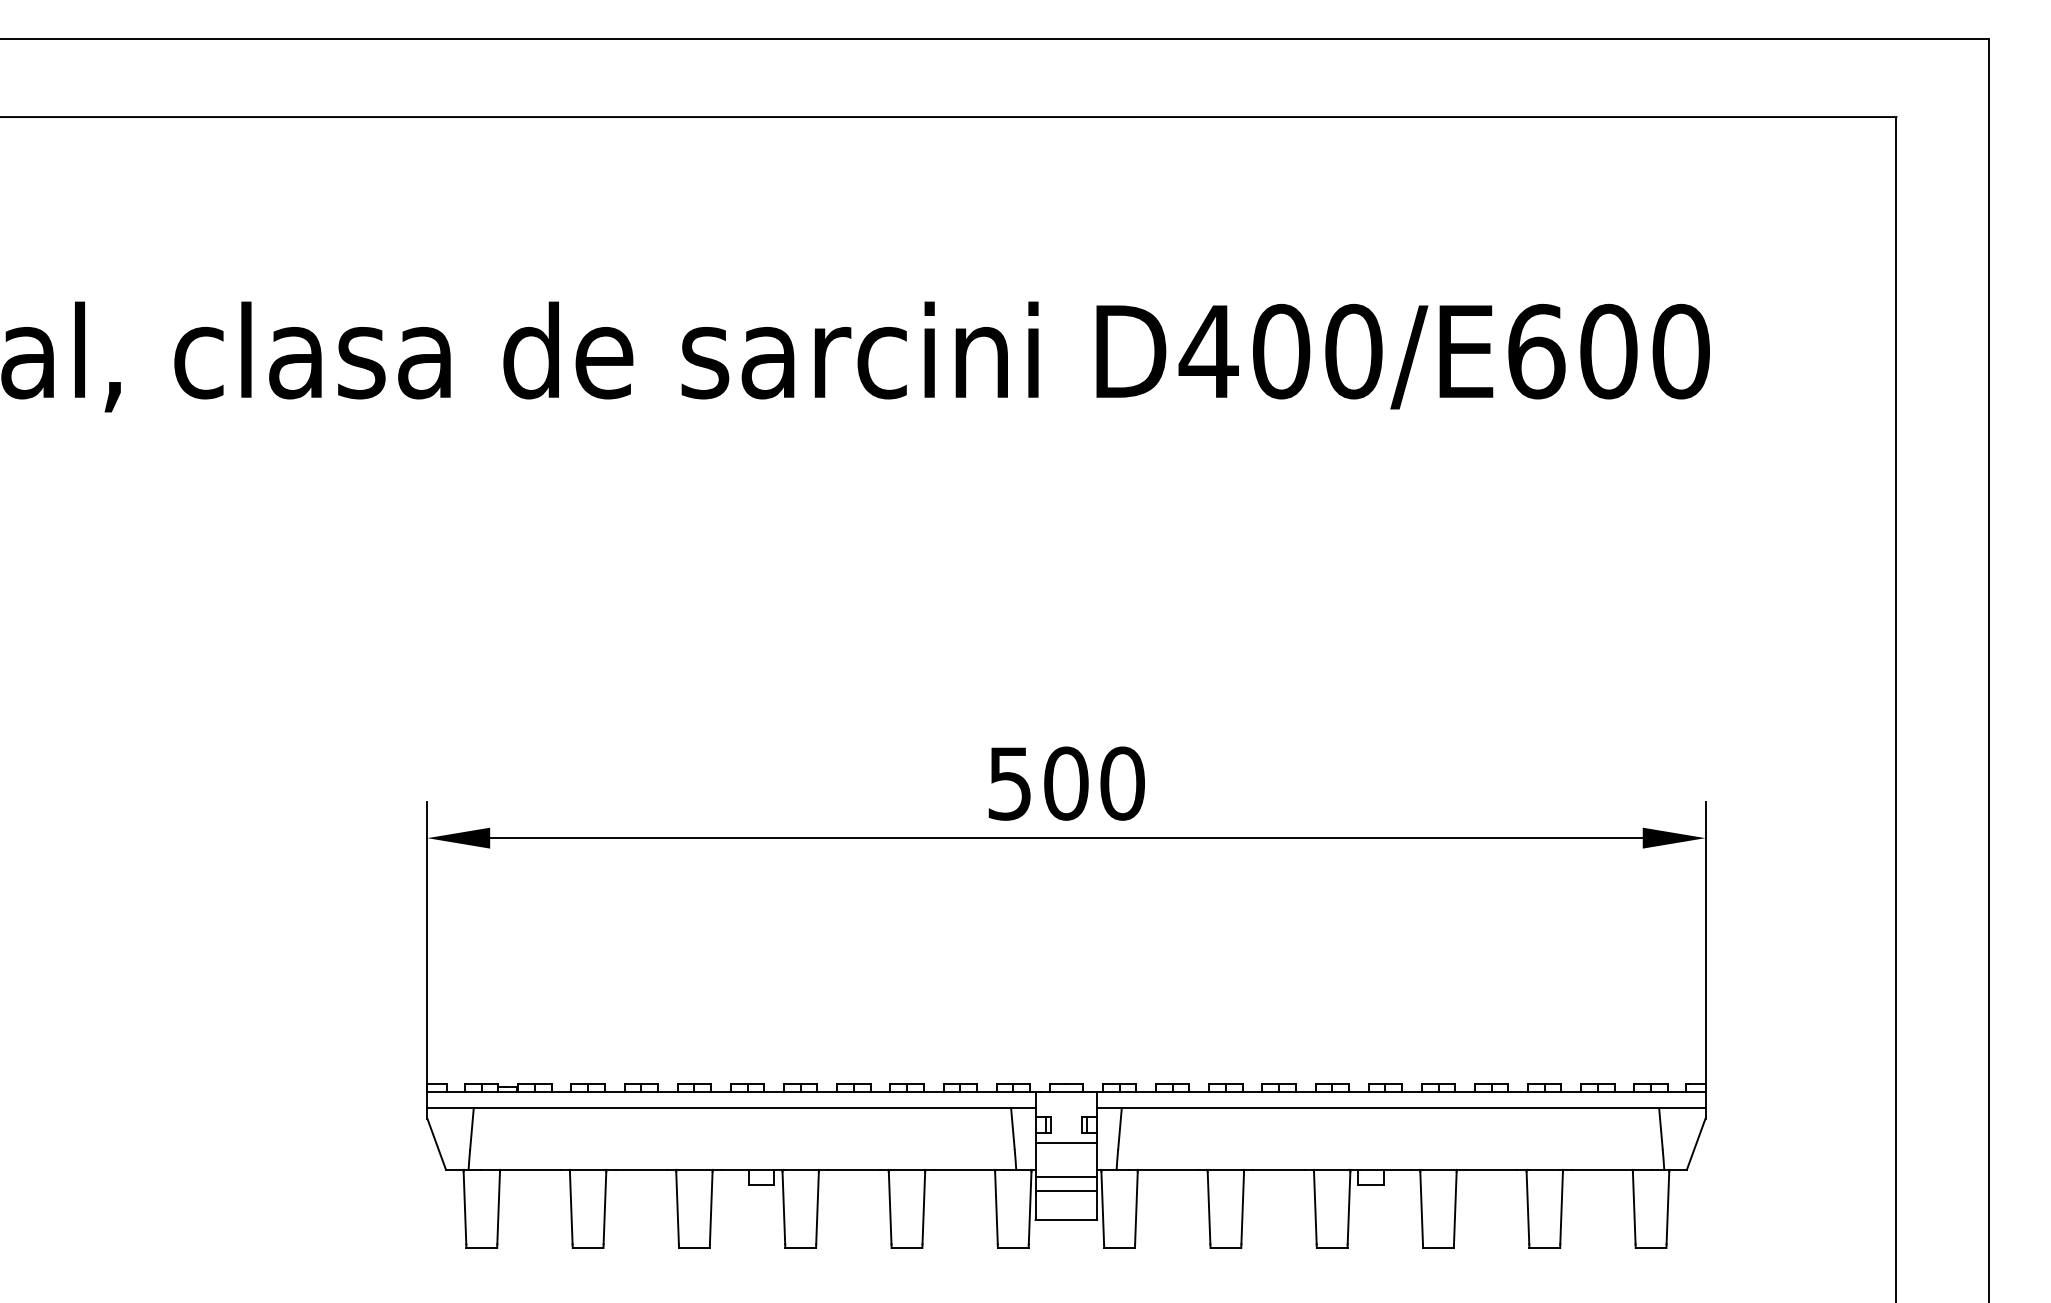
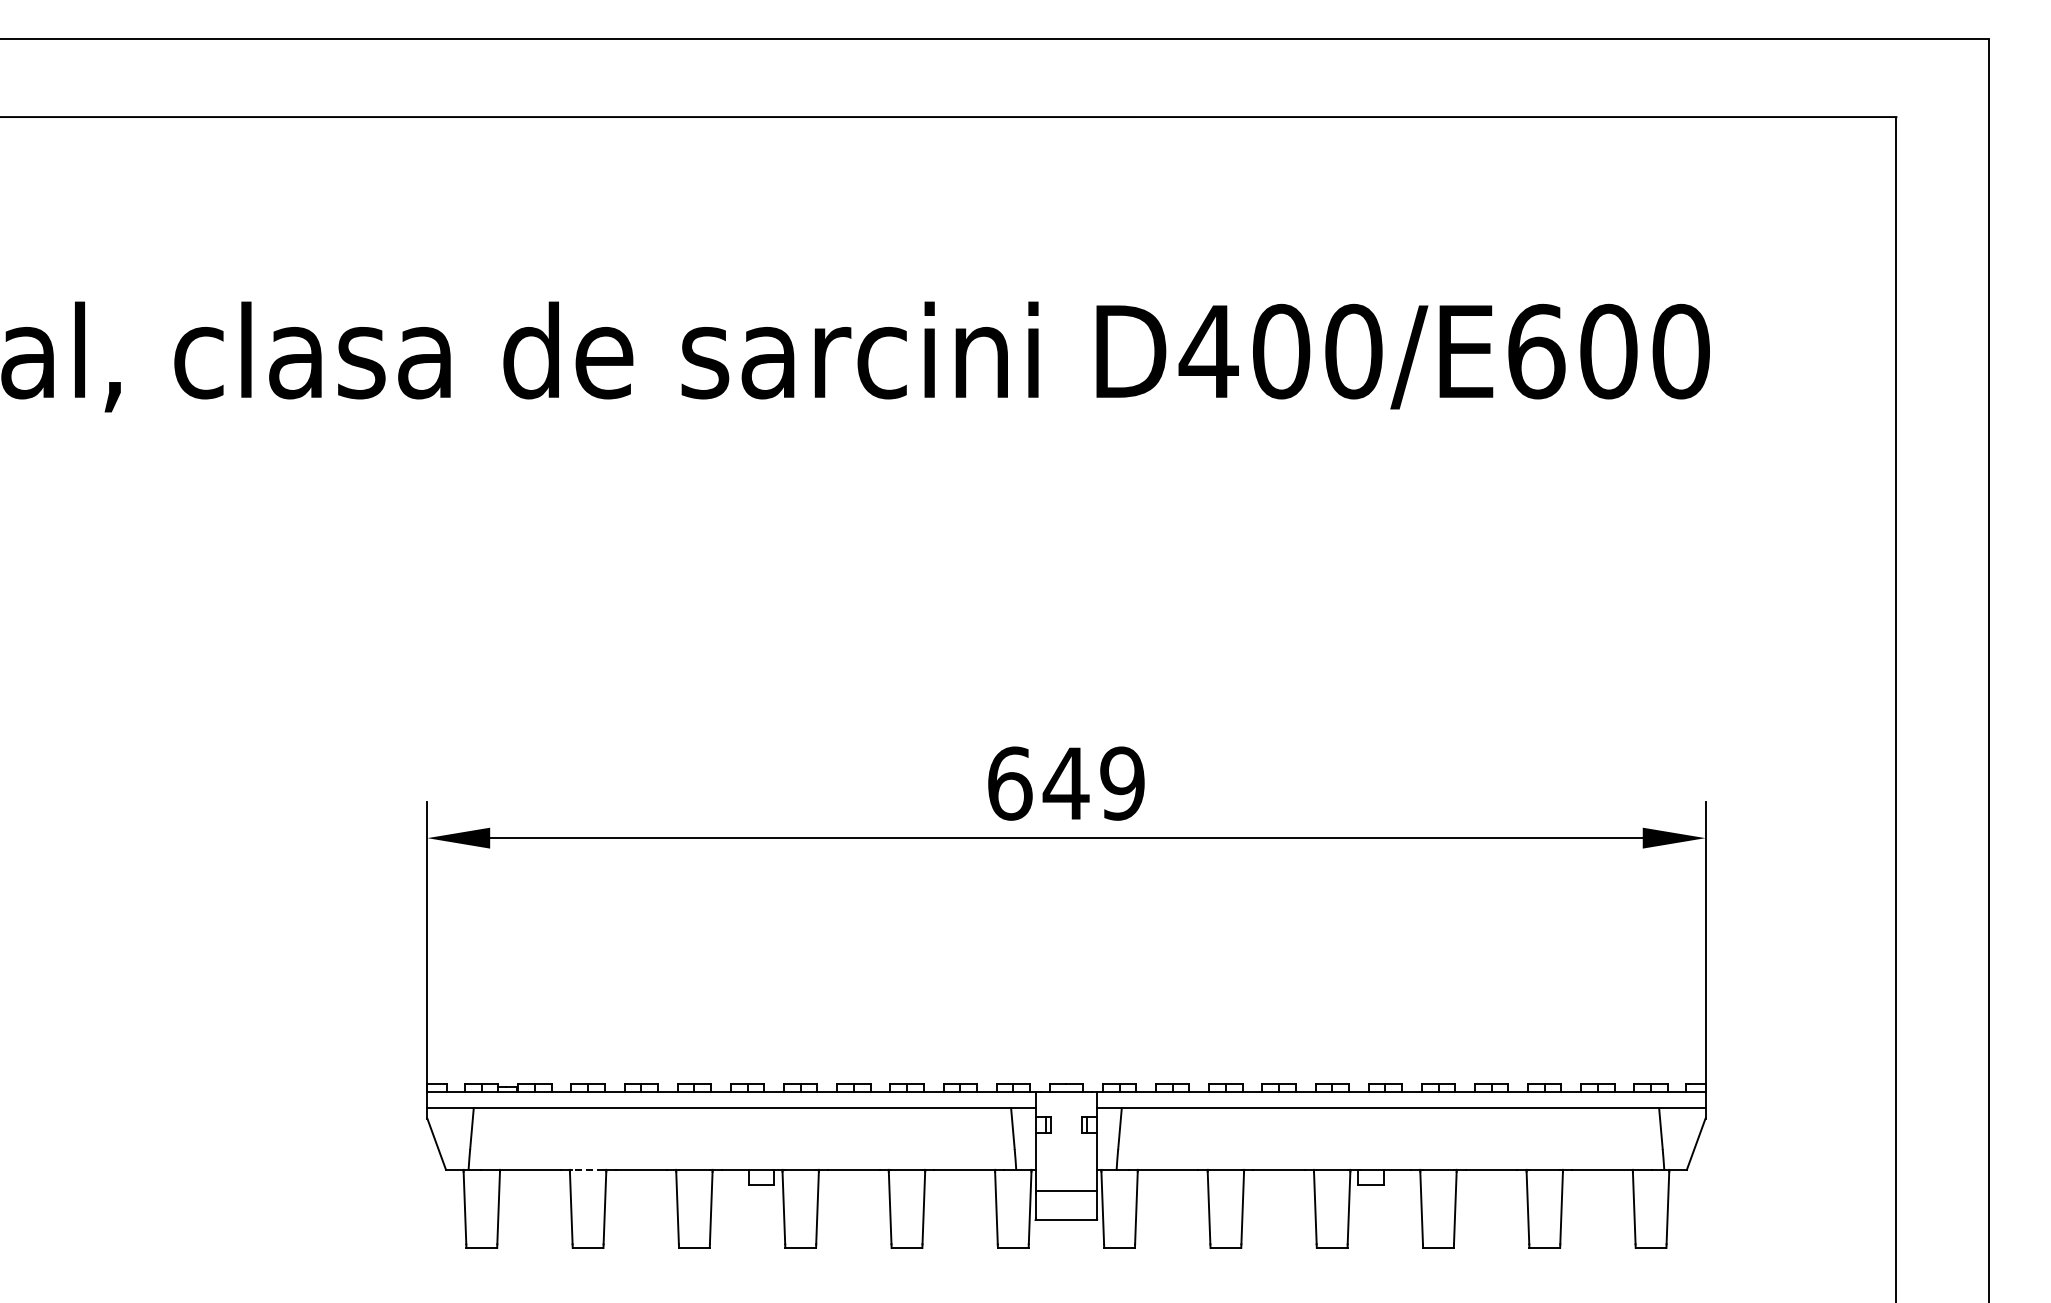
text at (1066, 783): 500 -> 649
line at (1066, 1142): present -> none
line at (588, 1169): solid -> dashed
line at (1066, 1177): present -> none
